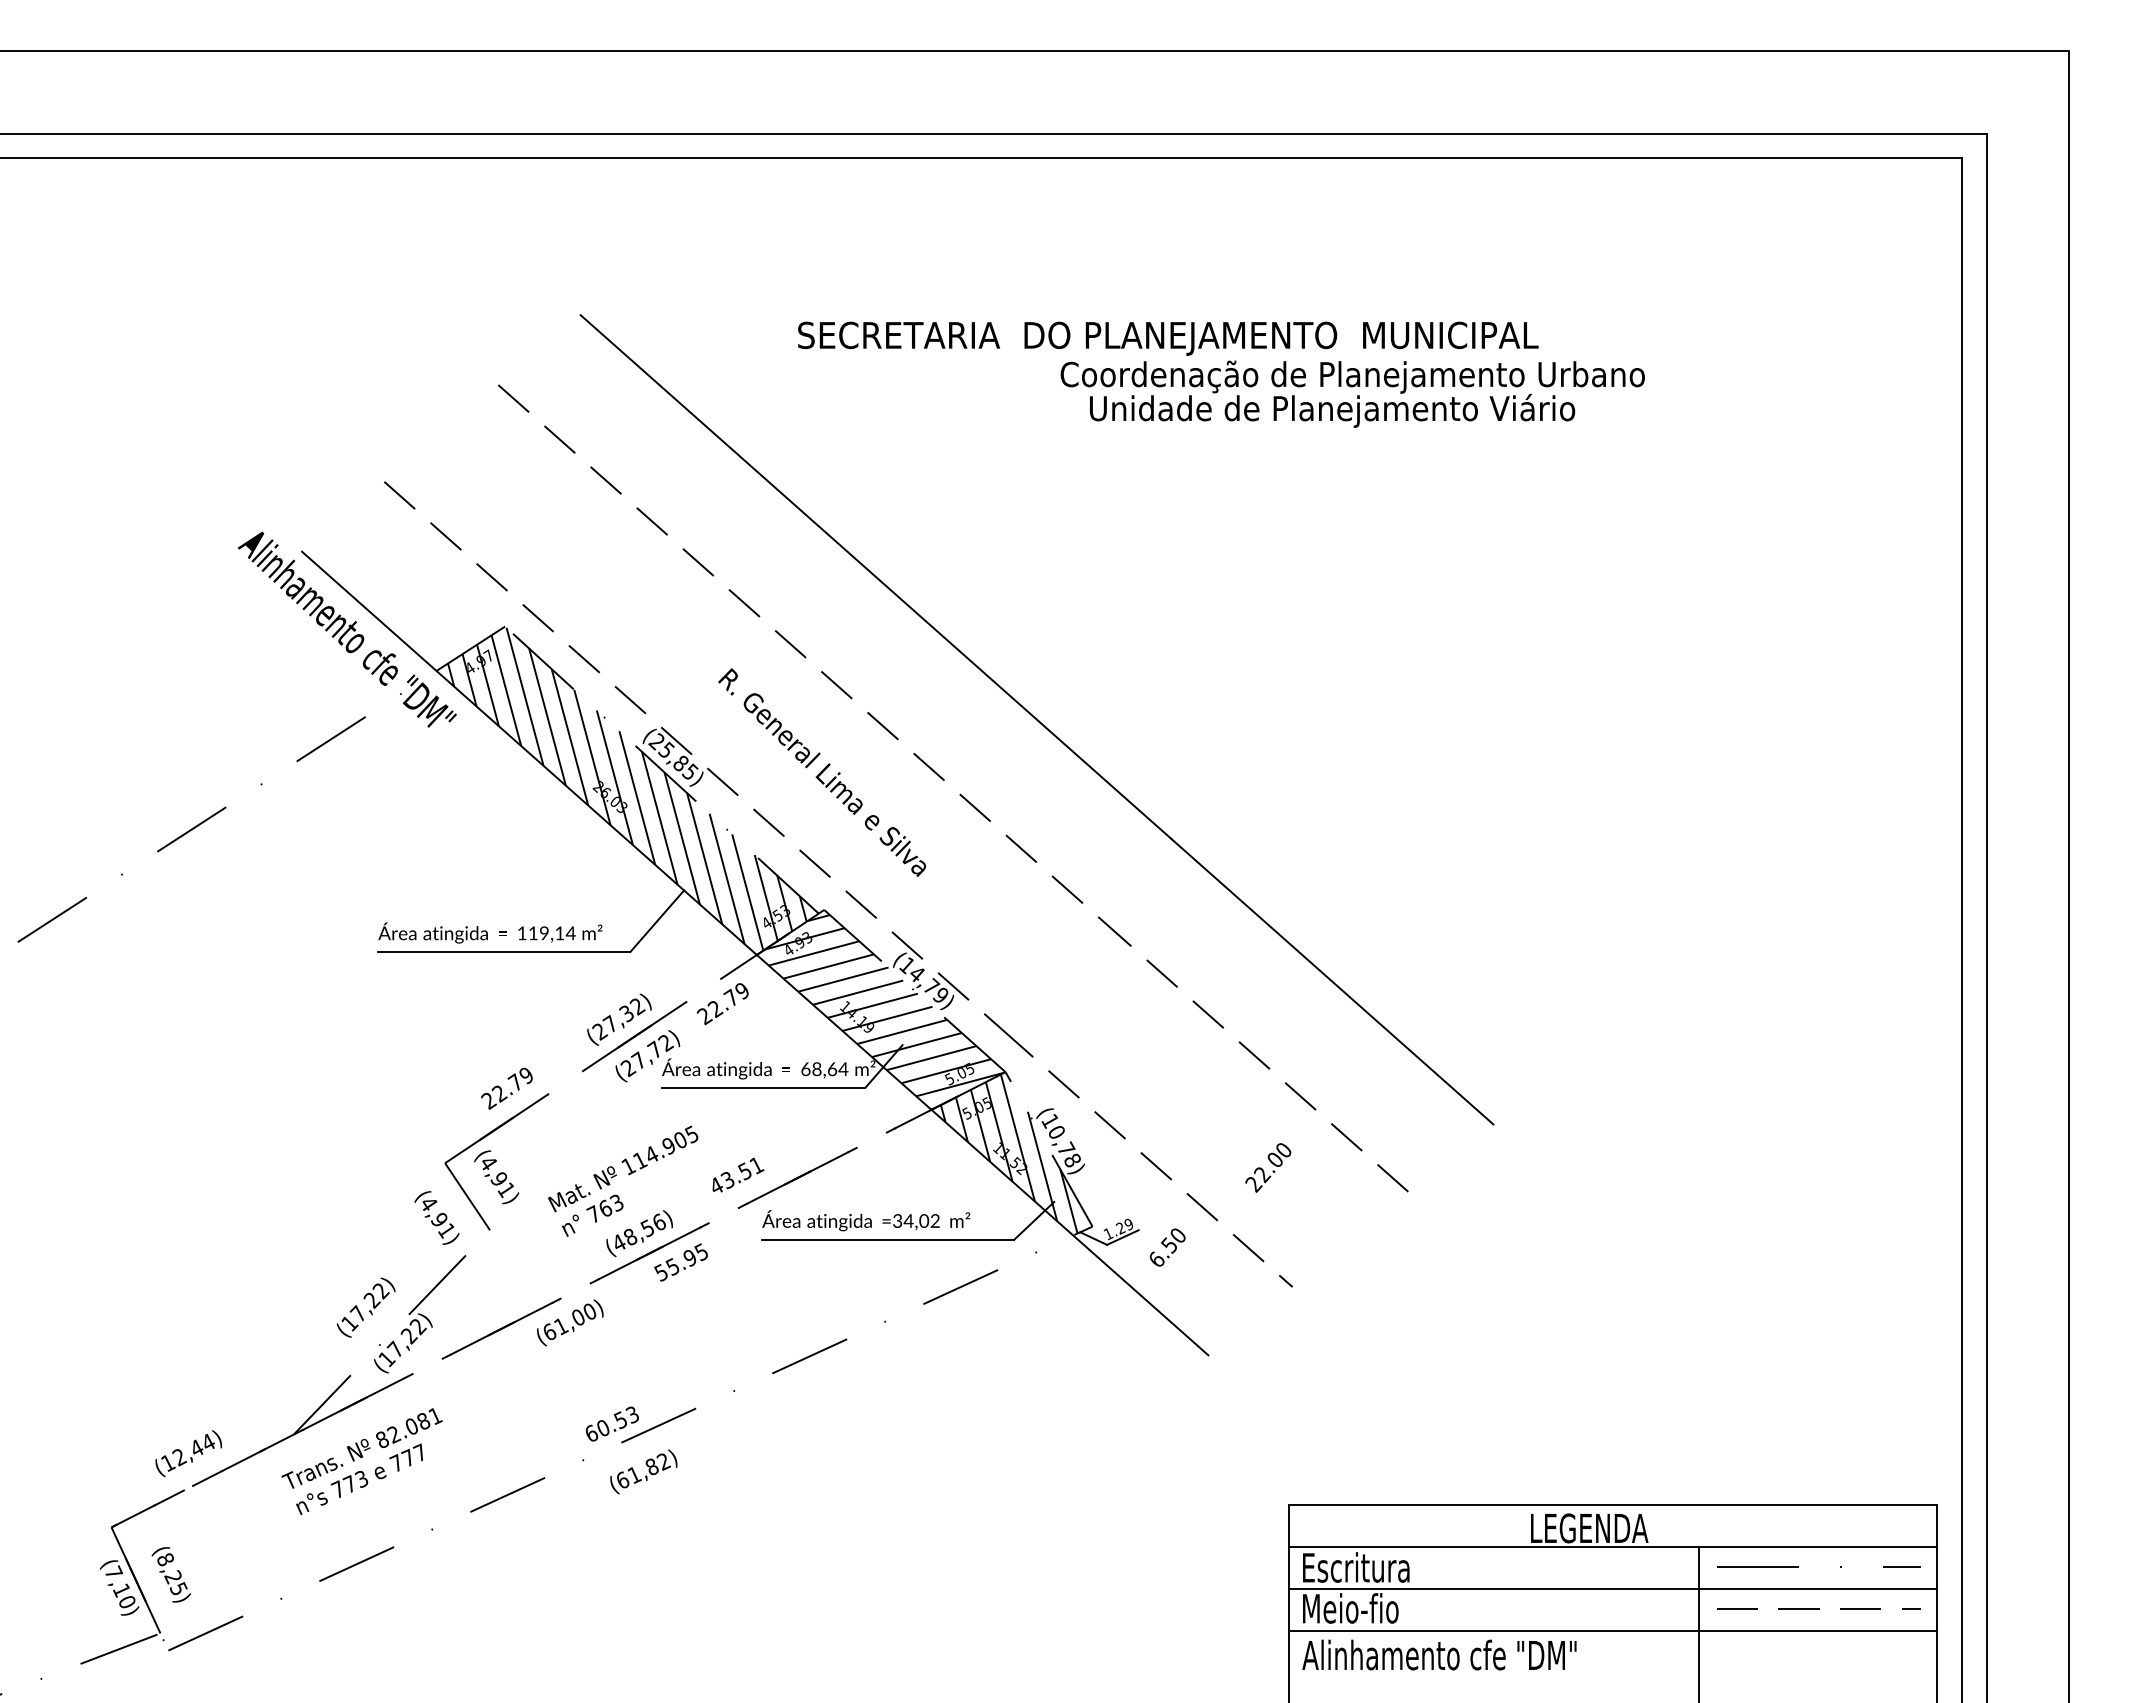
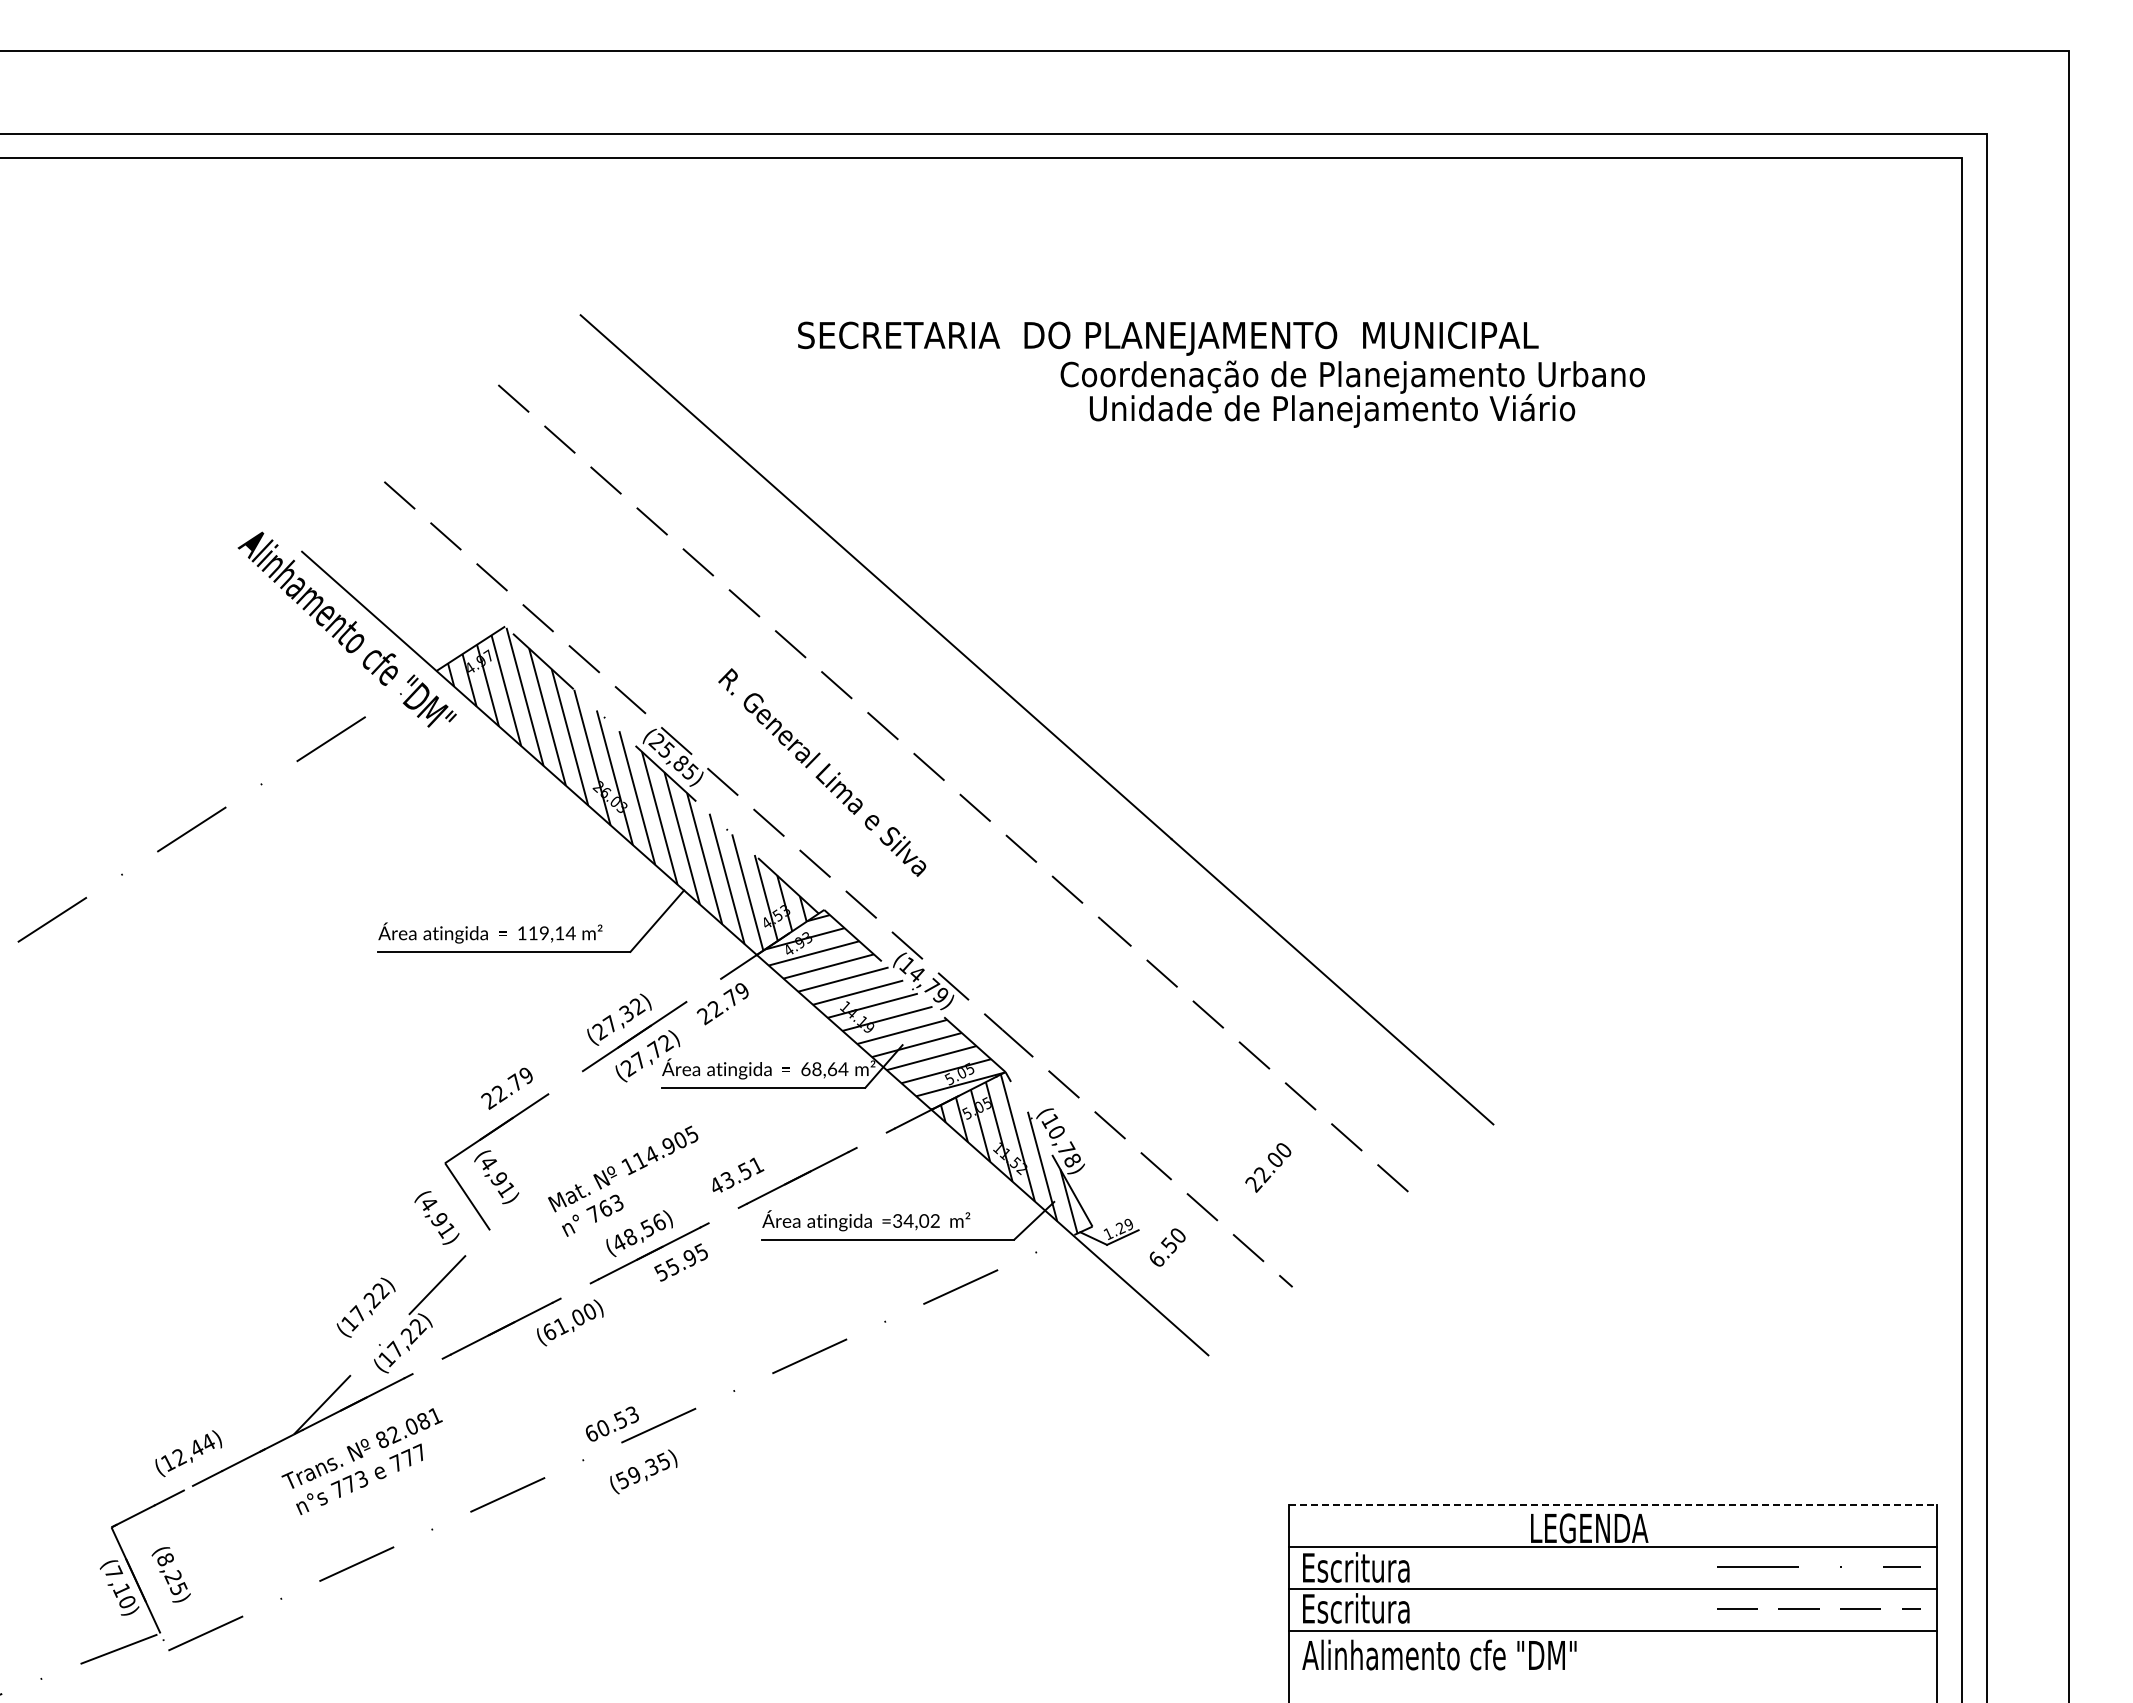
text at (643, 1470): (61,82) -> (59,35)
line at (1613, 1504): solid -> dashed
text at (1357, 1608): Meio-fio -> Escritura
line at (1699, 1622): present -> none
